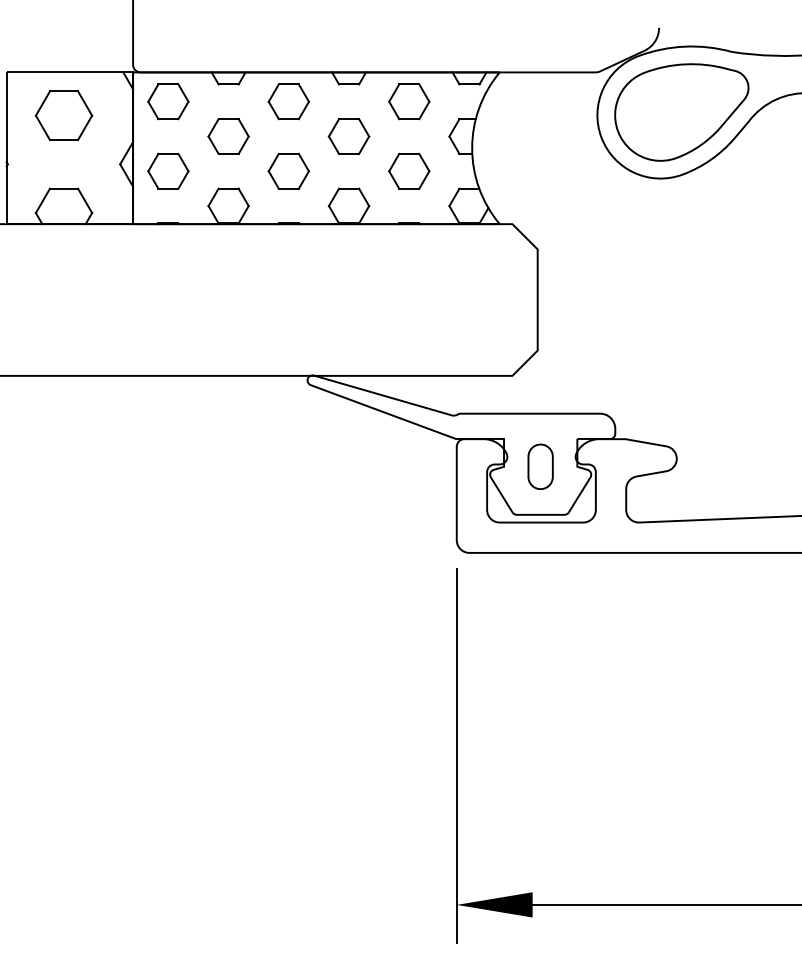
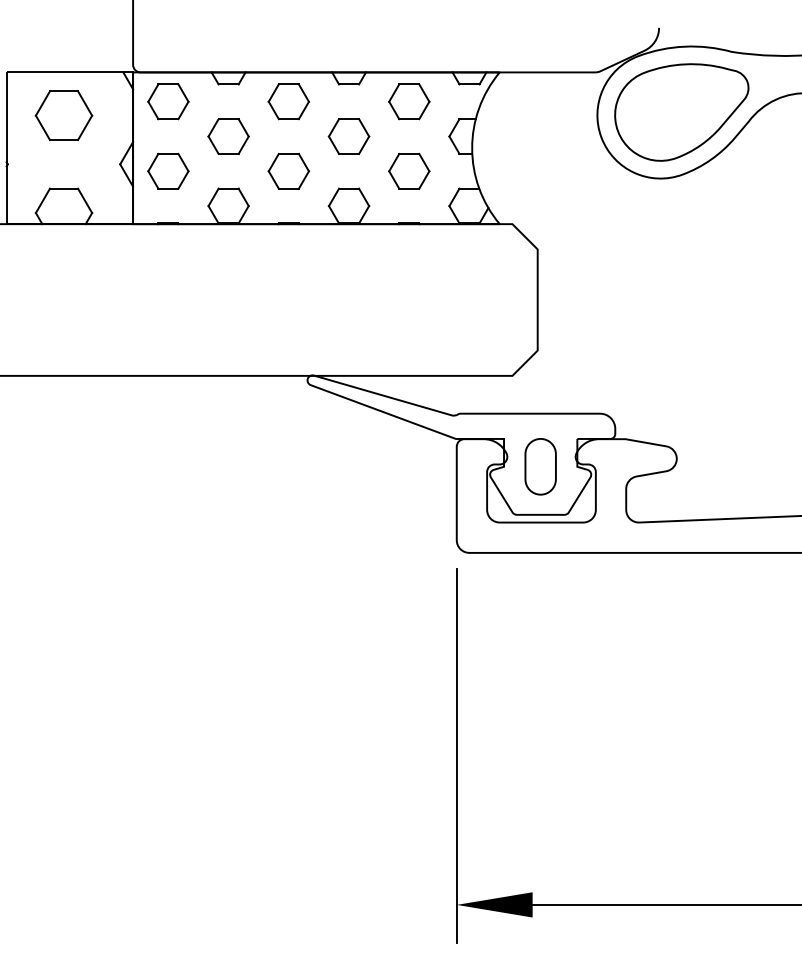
part at (540, 466) size: 27x47 px -> 33x58 px
